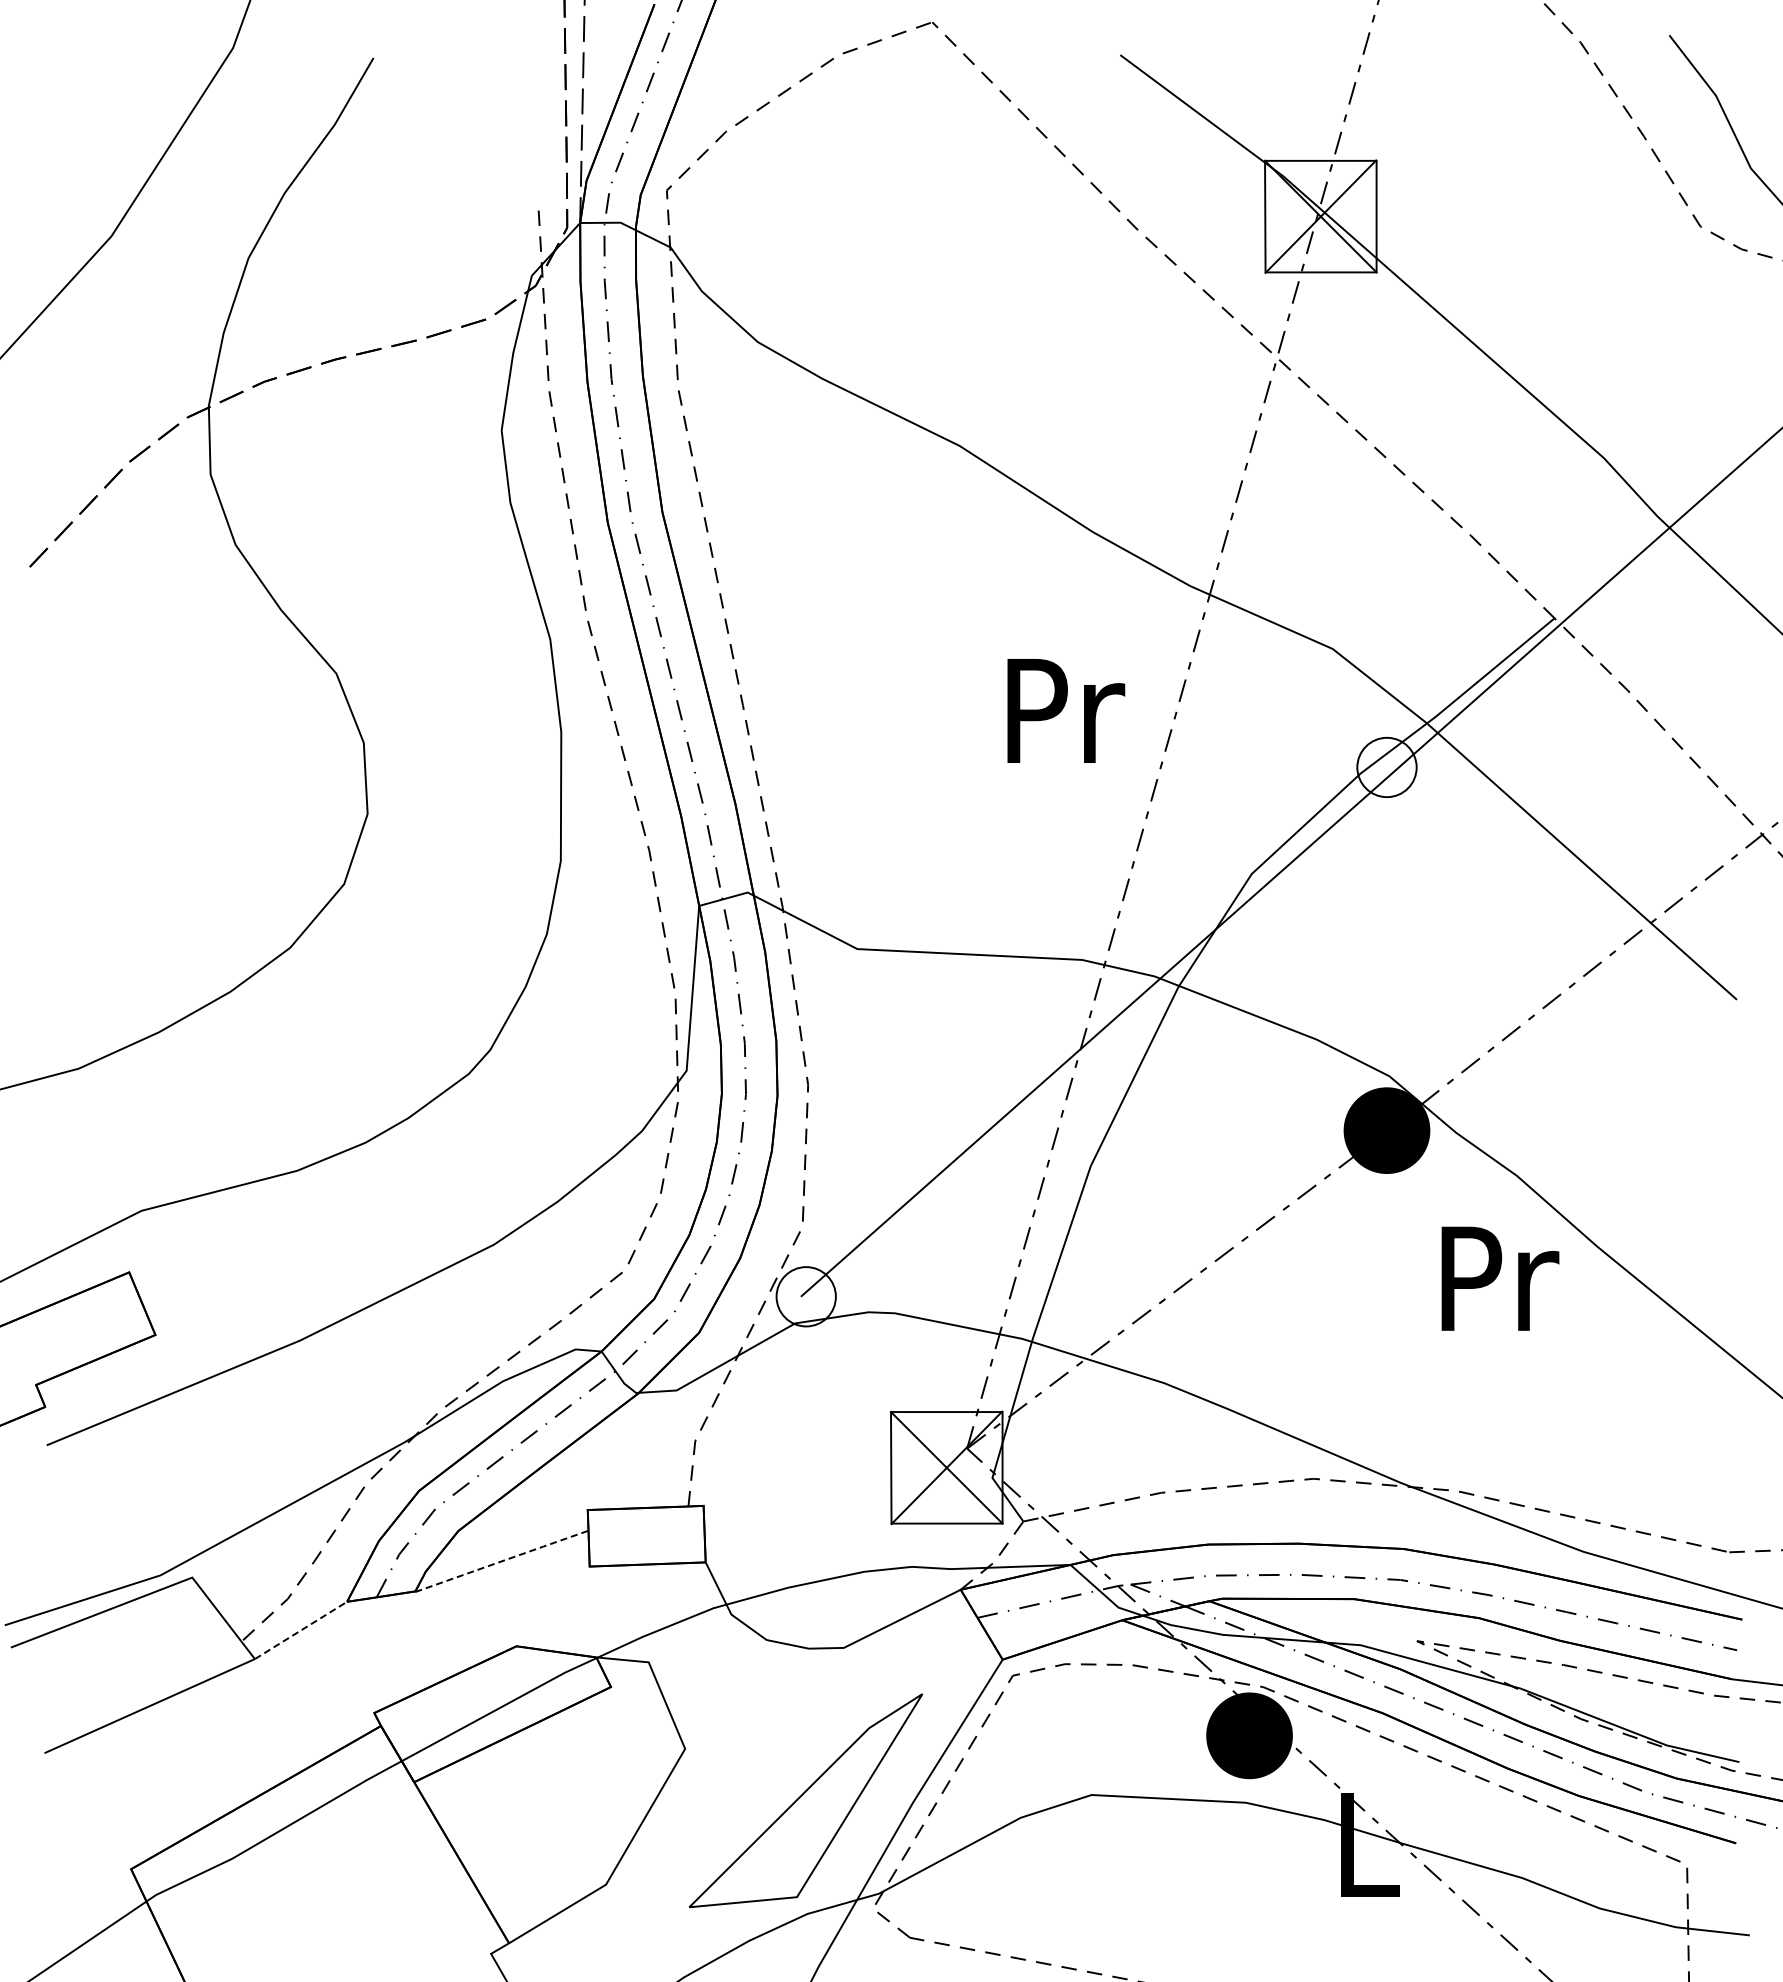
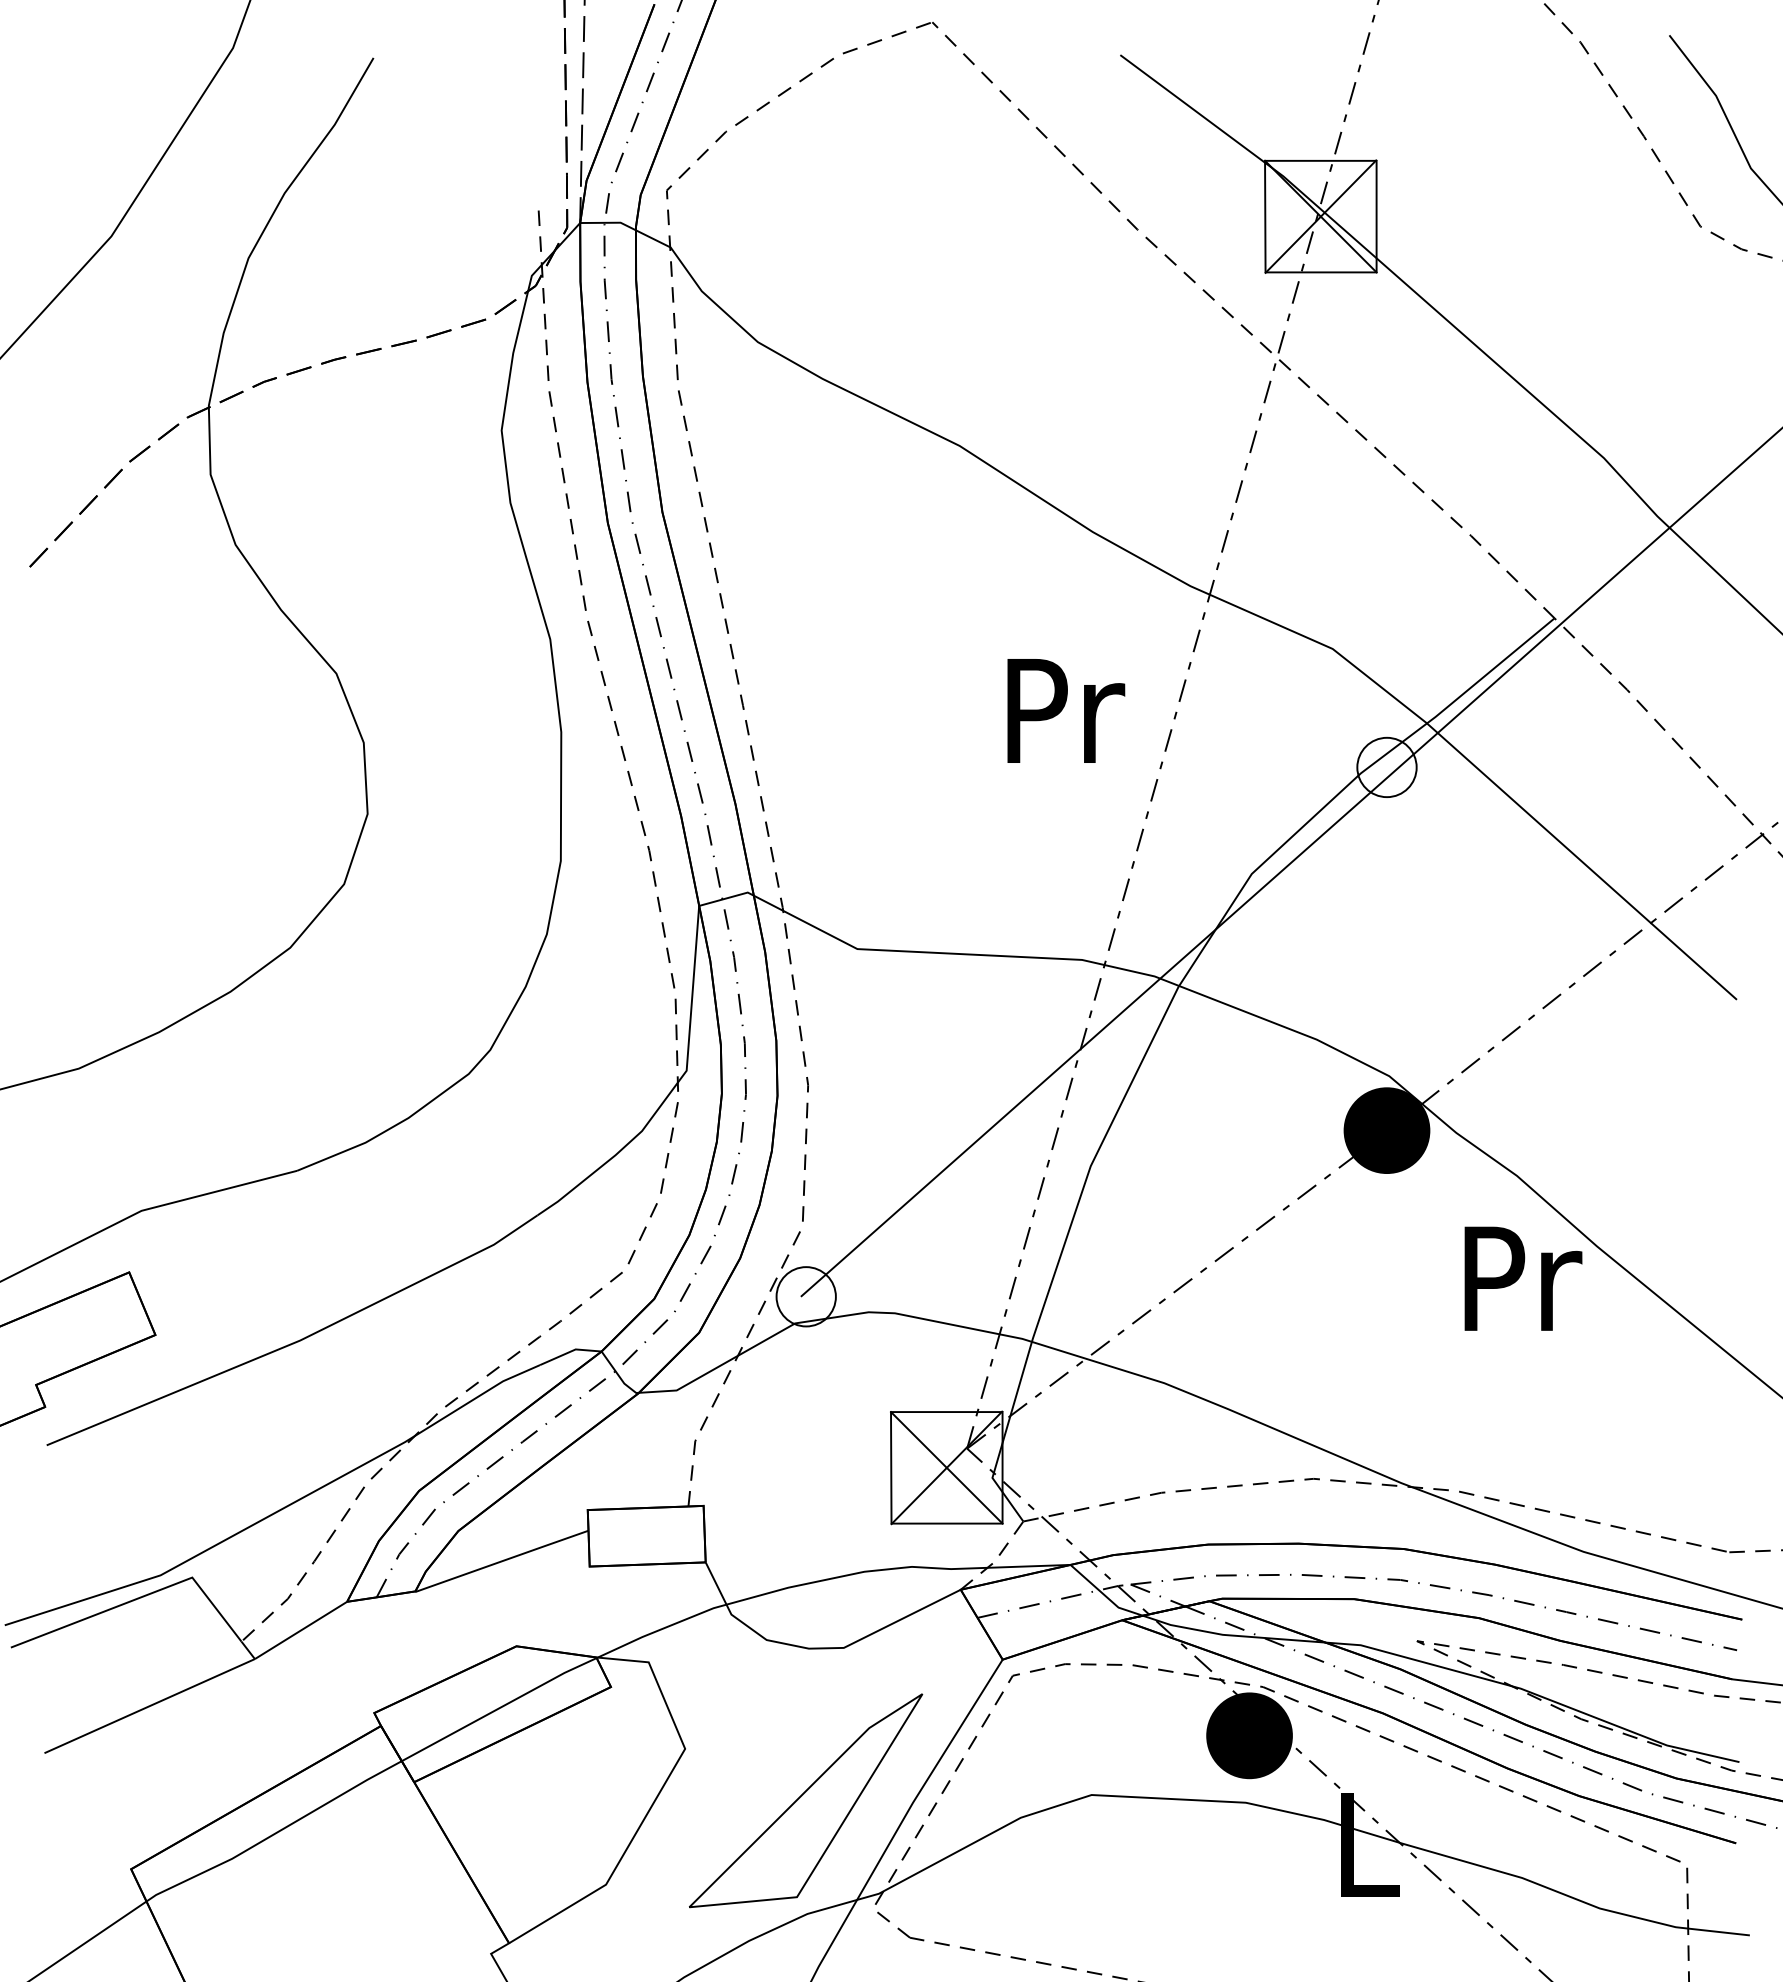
text at (1500, 1278) position: (1500, 1278) -> (1523, 1278)
line at (502, 1560): dashed -> solid
line at (301, 1630): dashed -> solid
